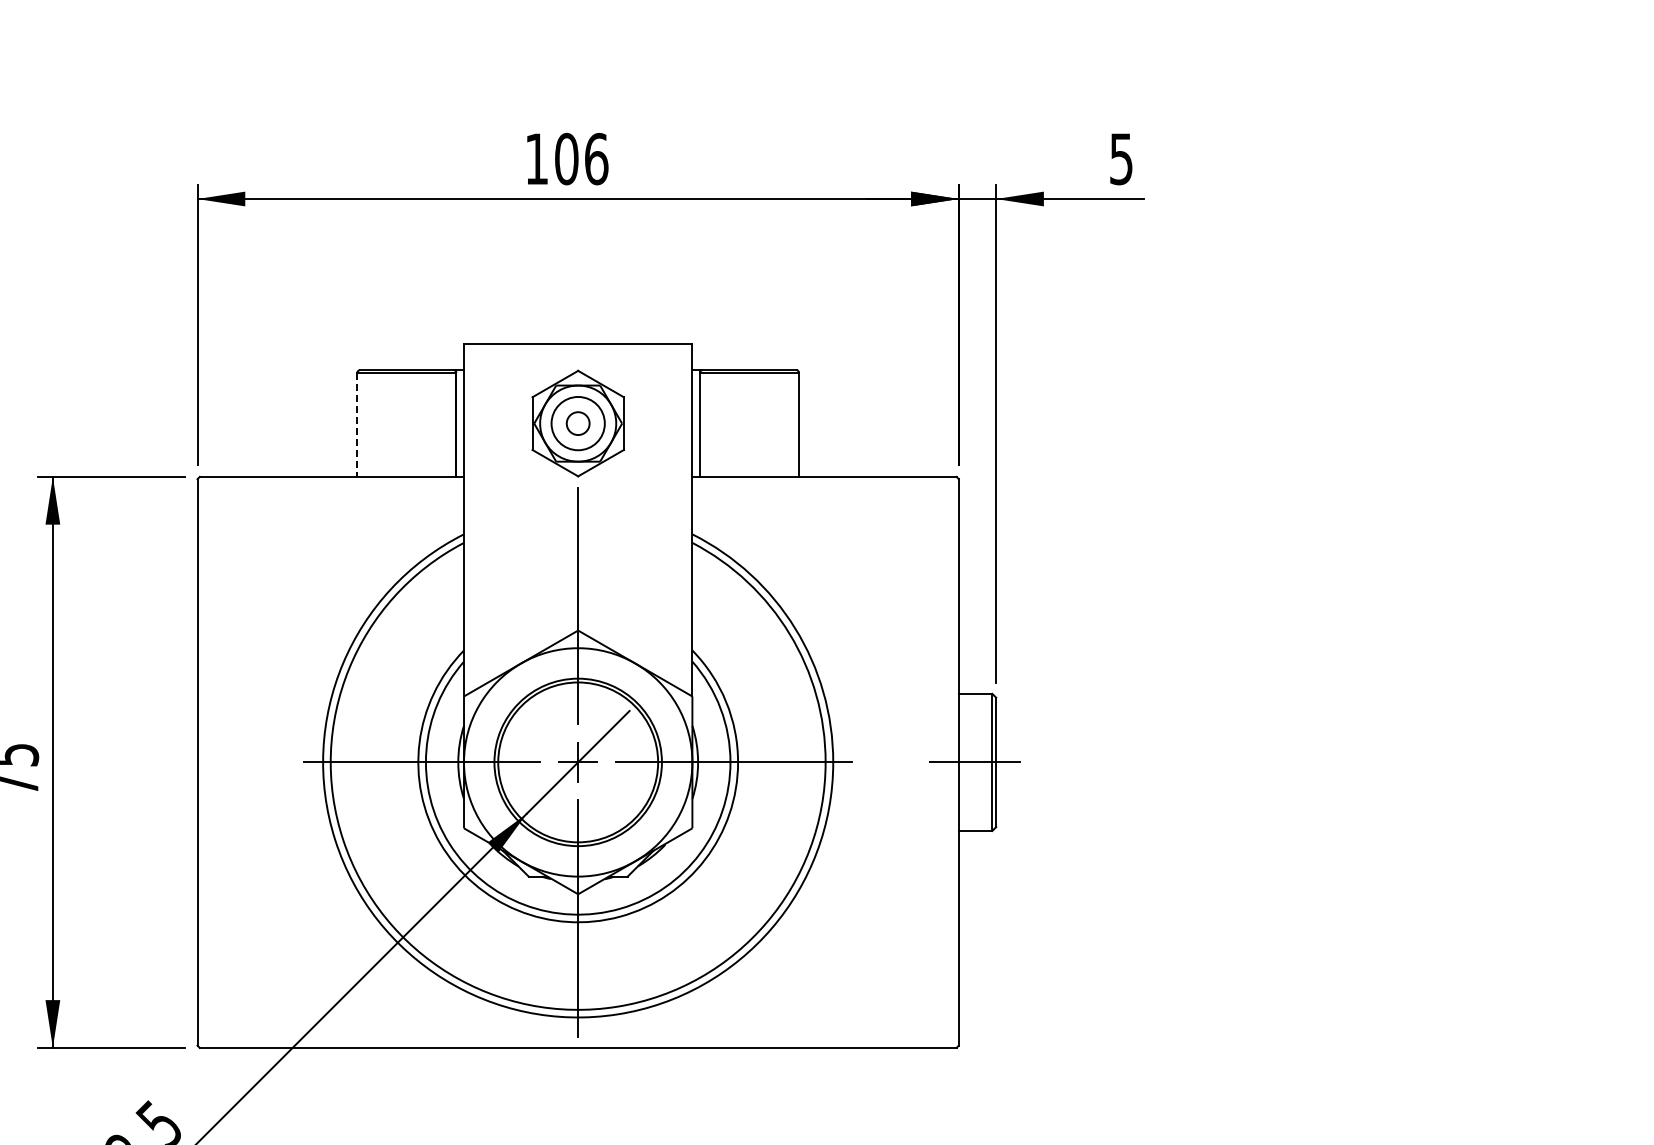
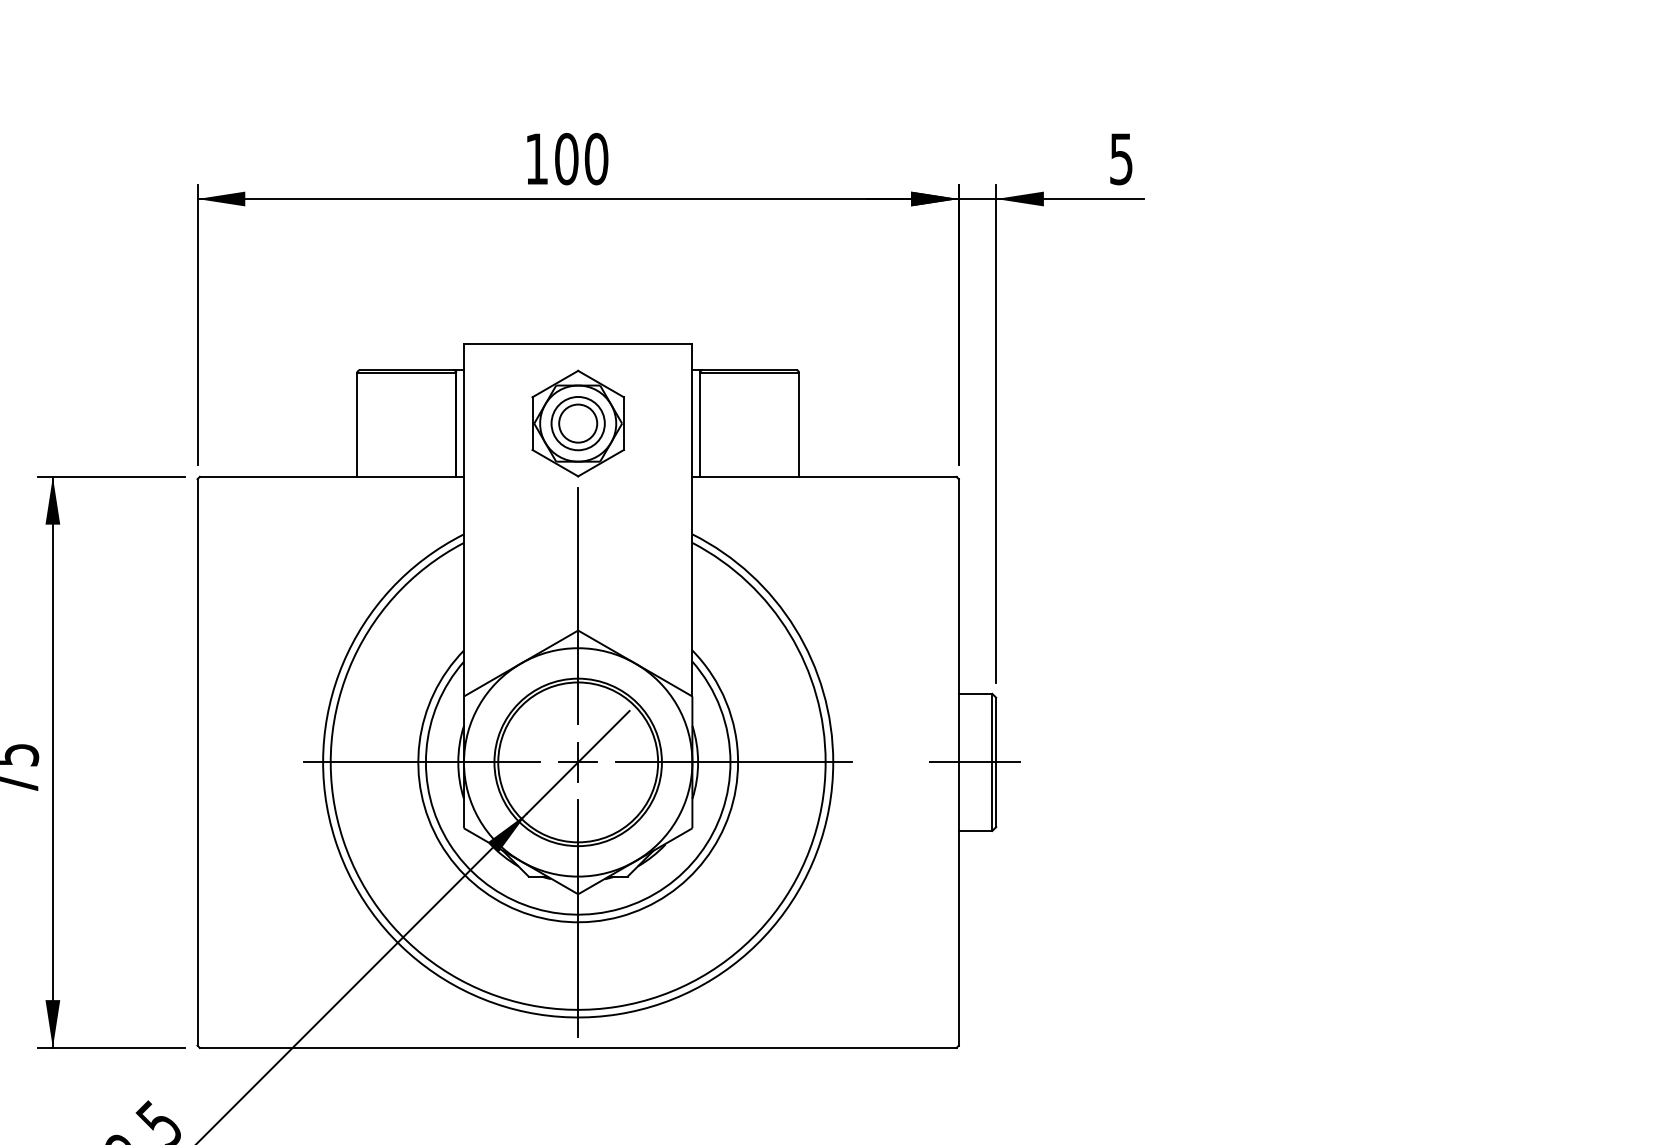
text at (596, 158): 106 -> 100
circle at (577, 423) diameter: 23 px -> 38 px
line at (357, 425): dashed -> solid
